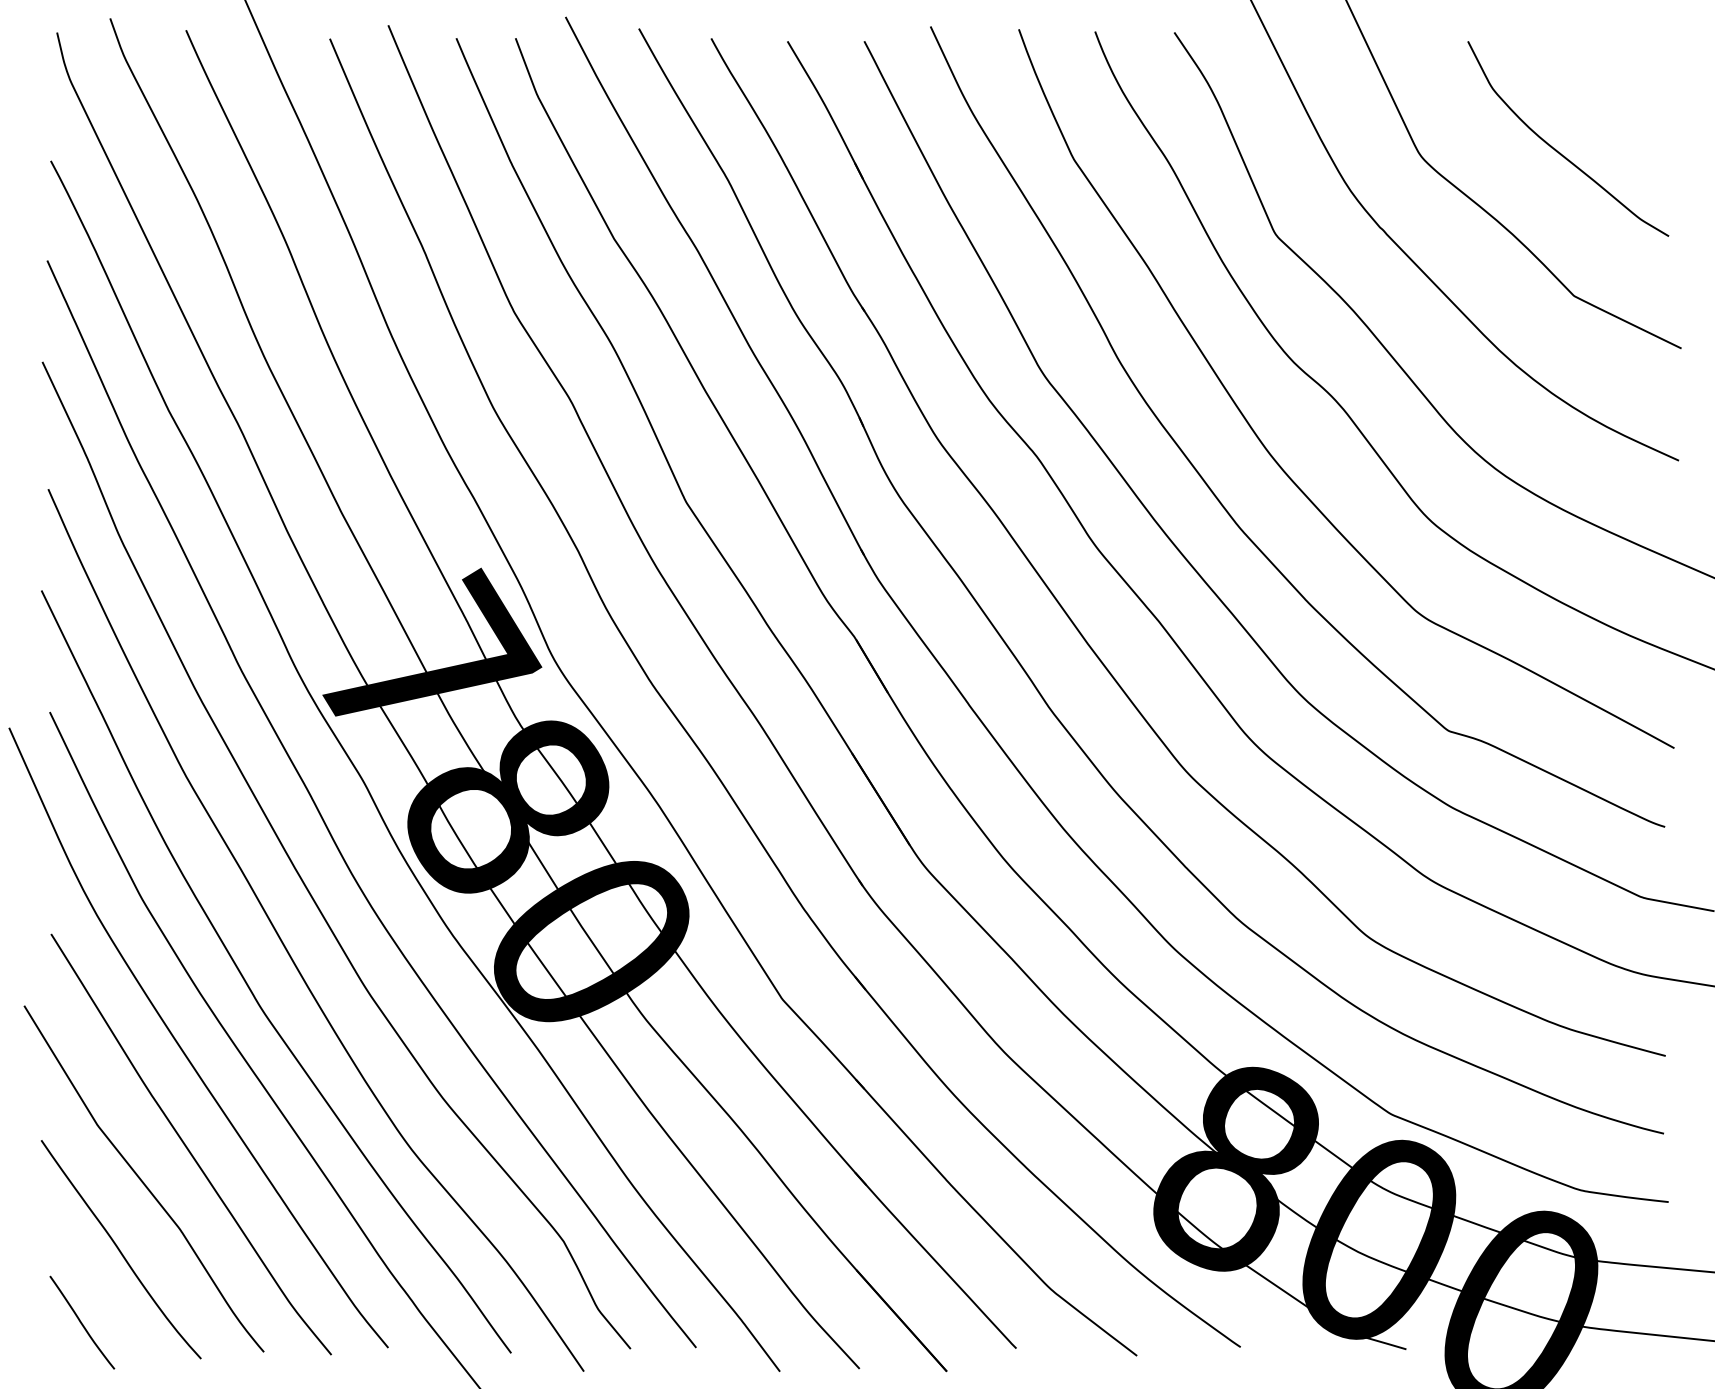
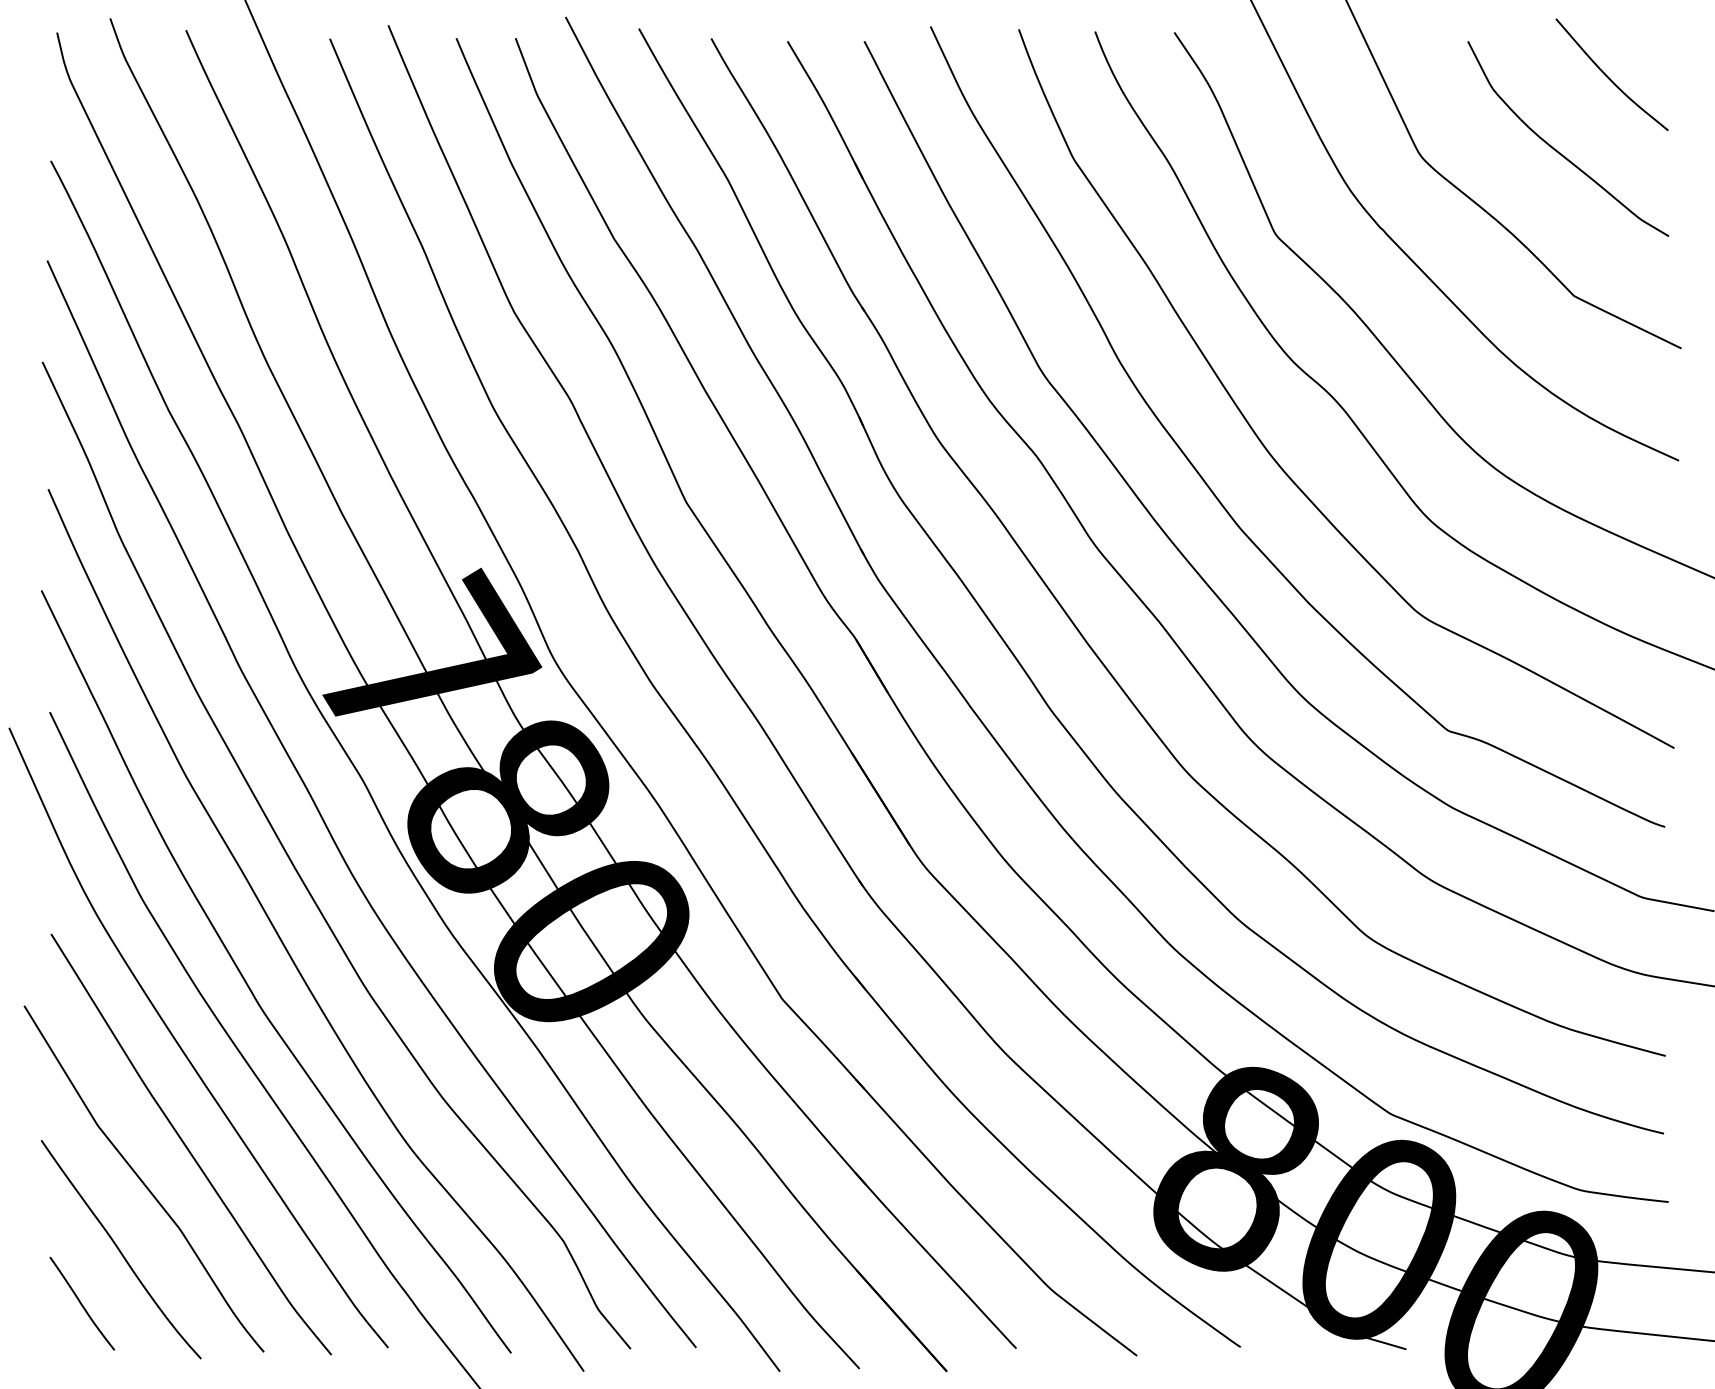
curve at (1608, 76): none -> present
curve at (82, 1322) position: (82, 1322) -> (82, 1303)
